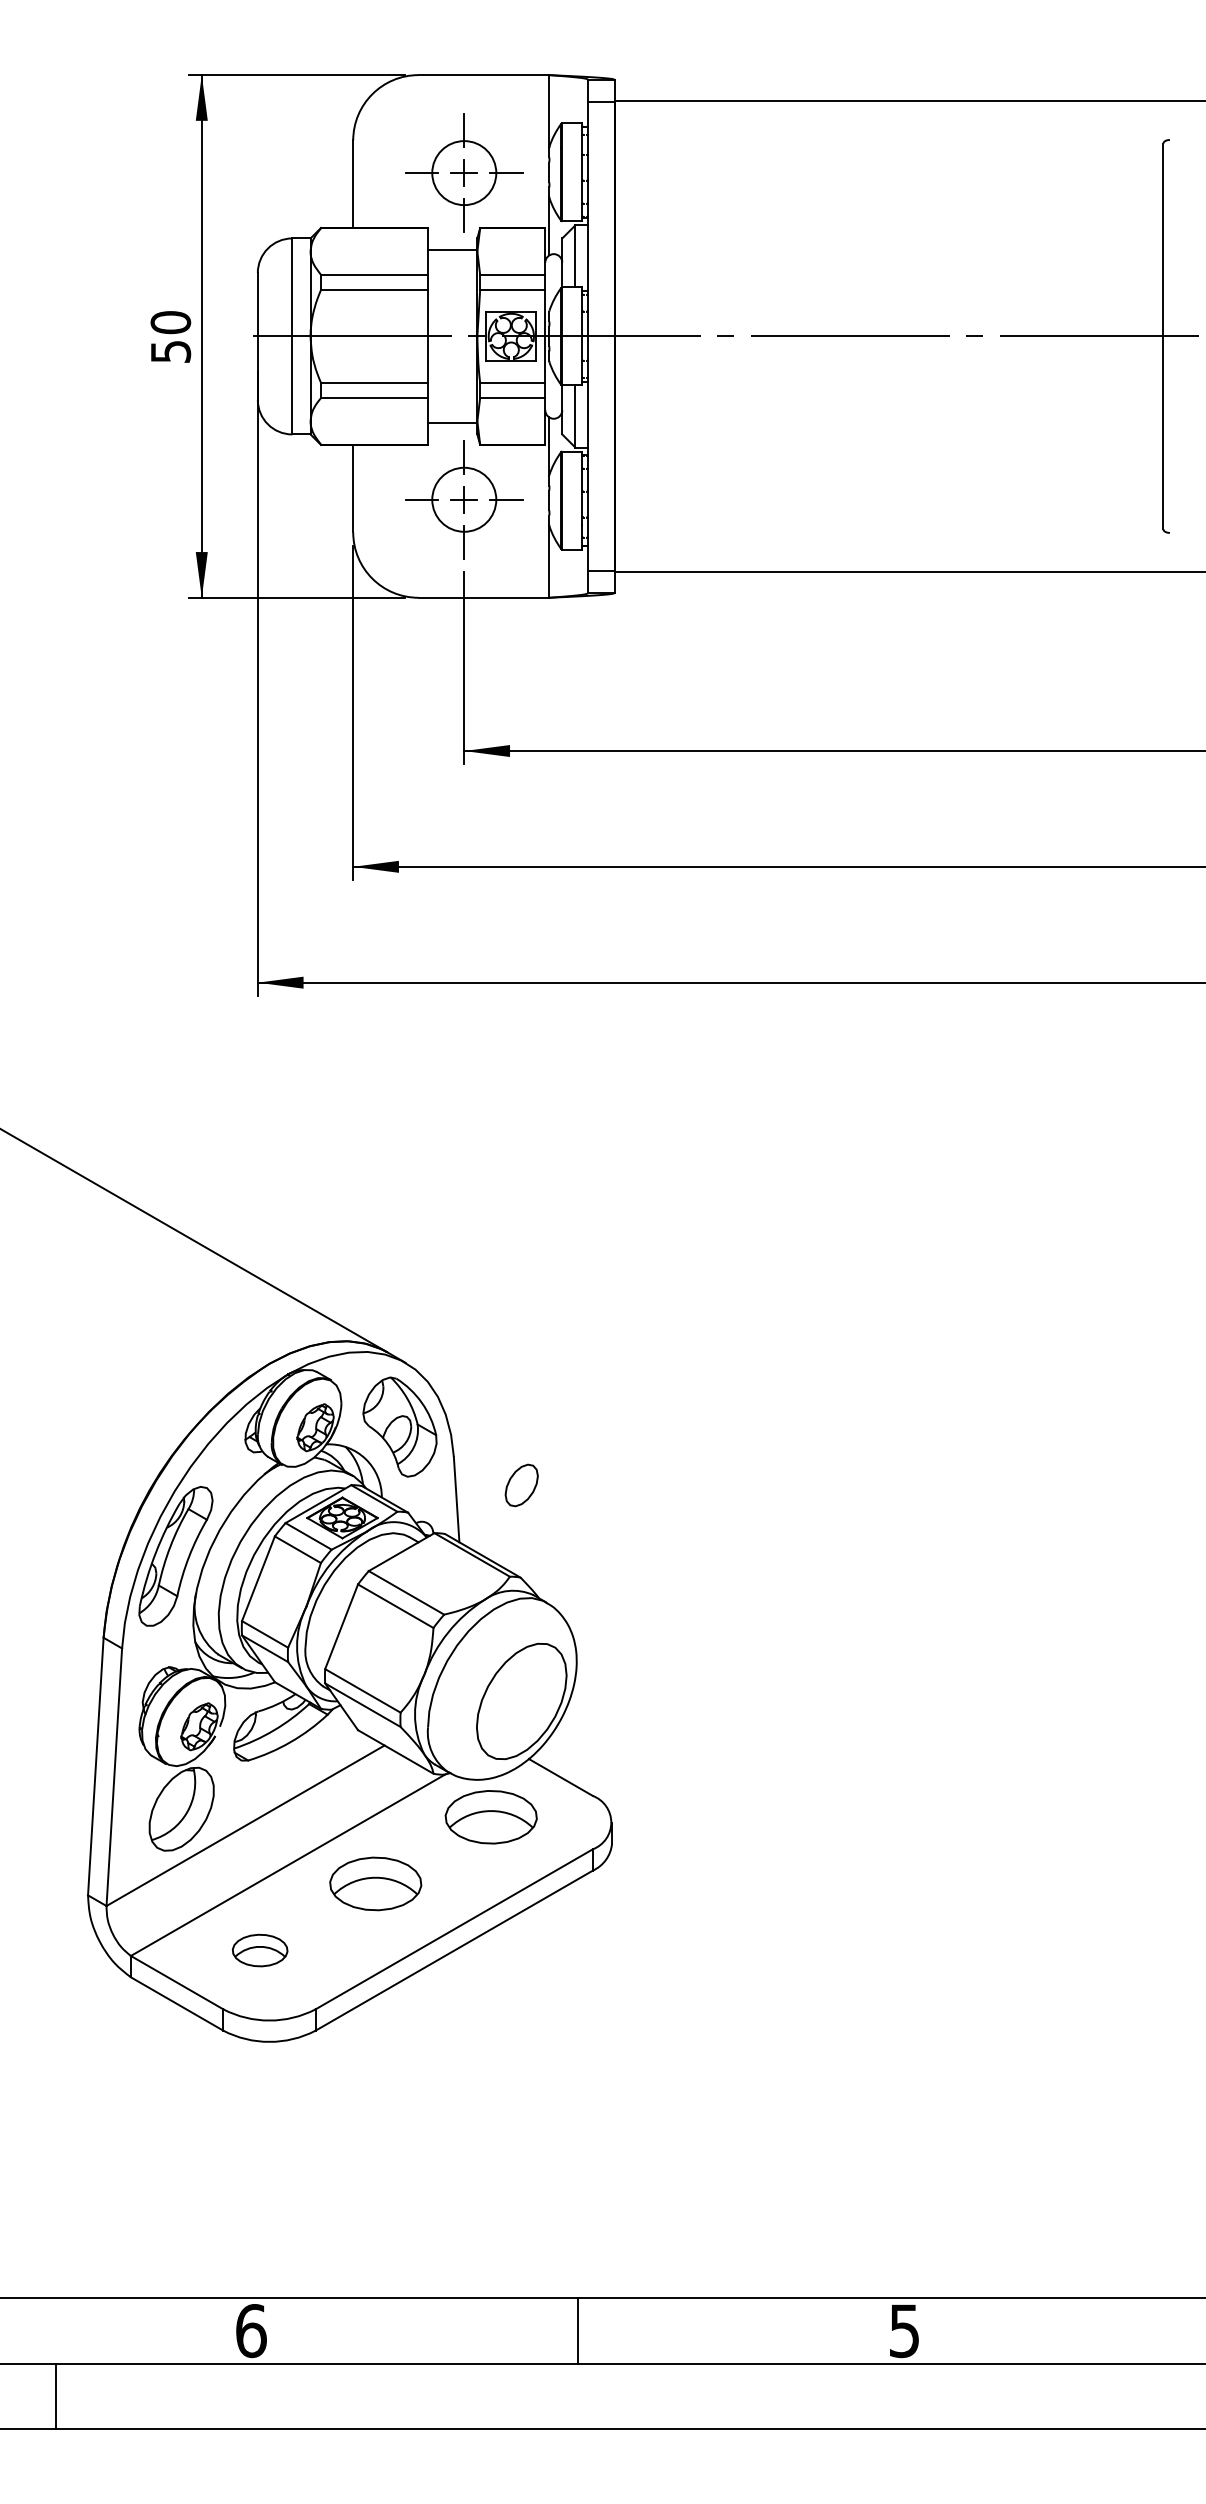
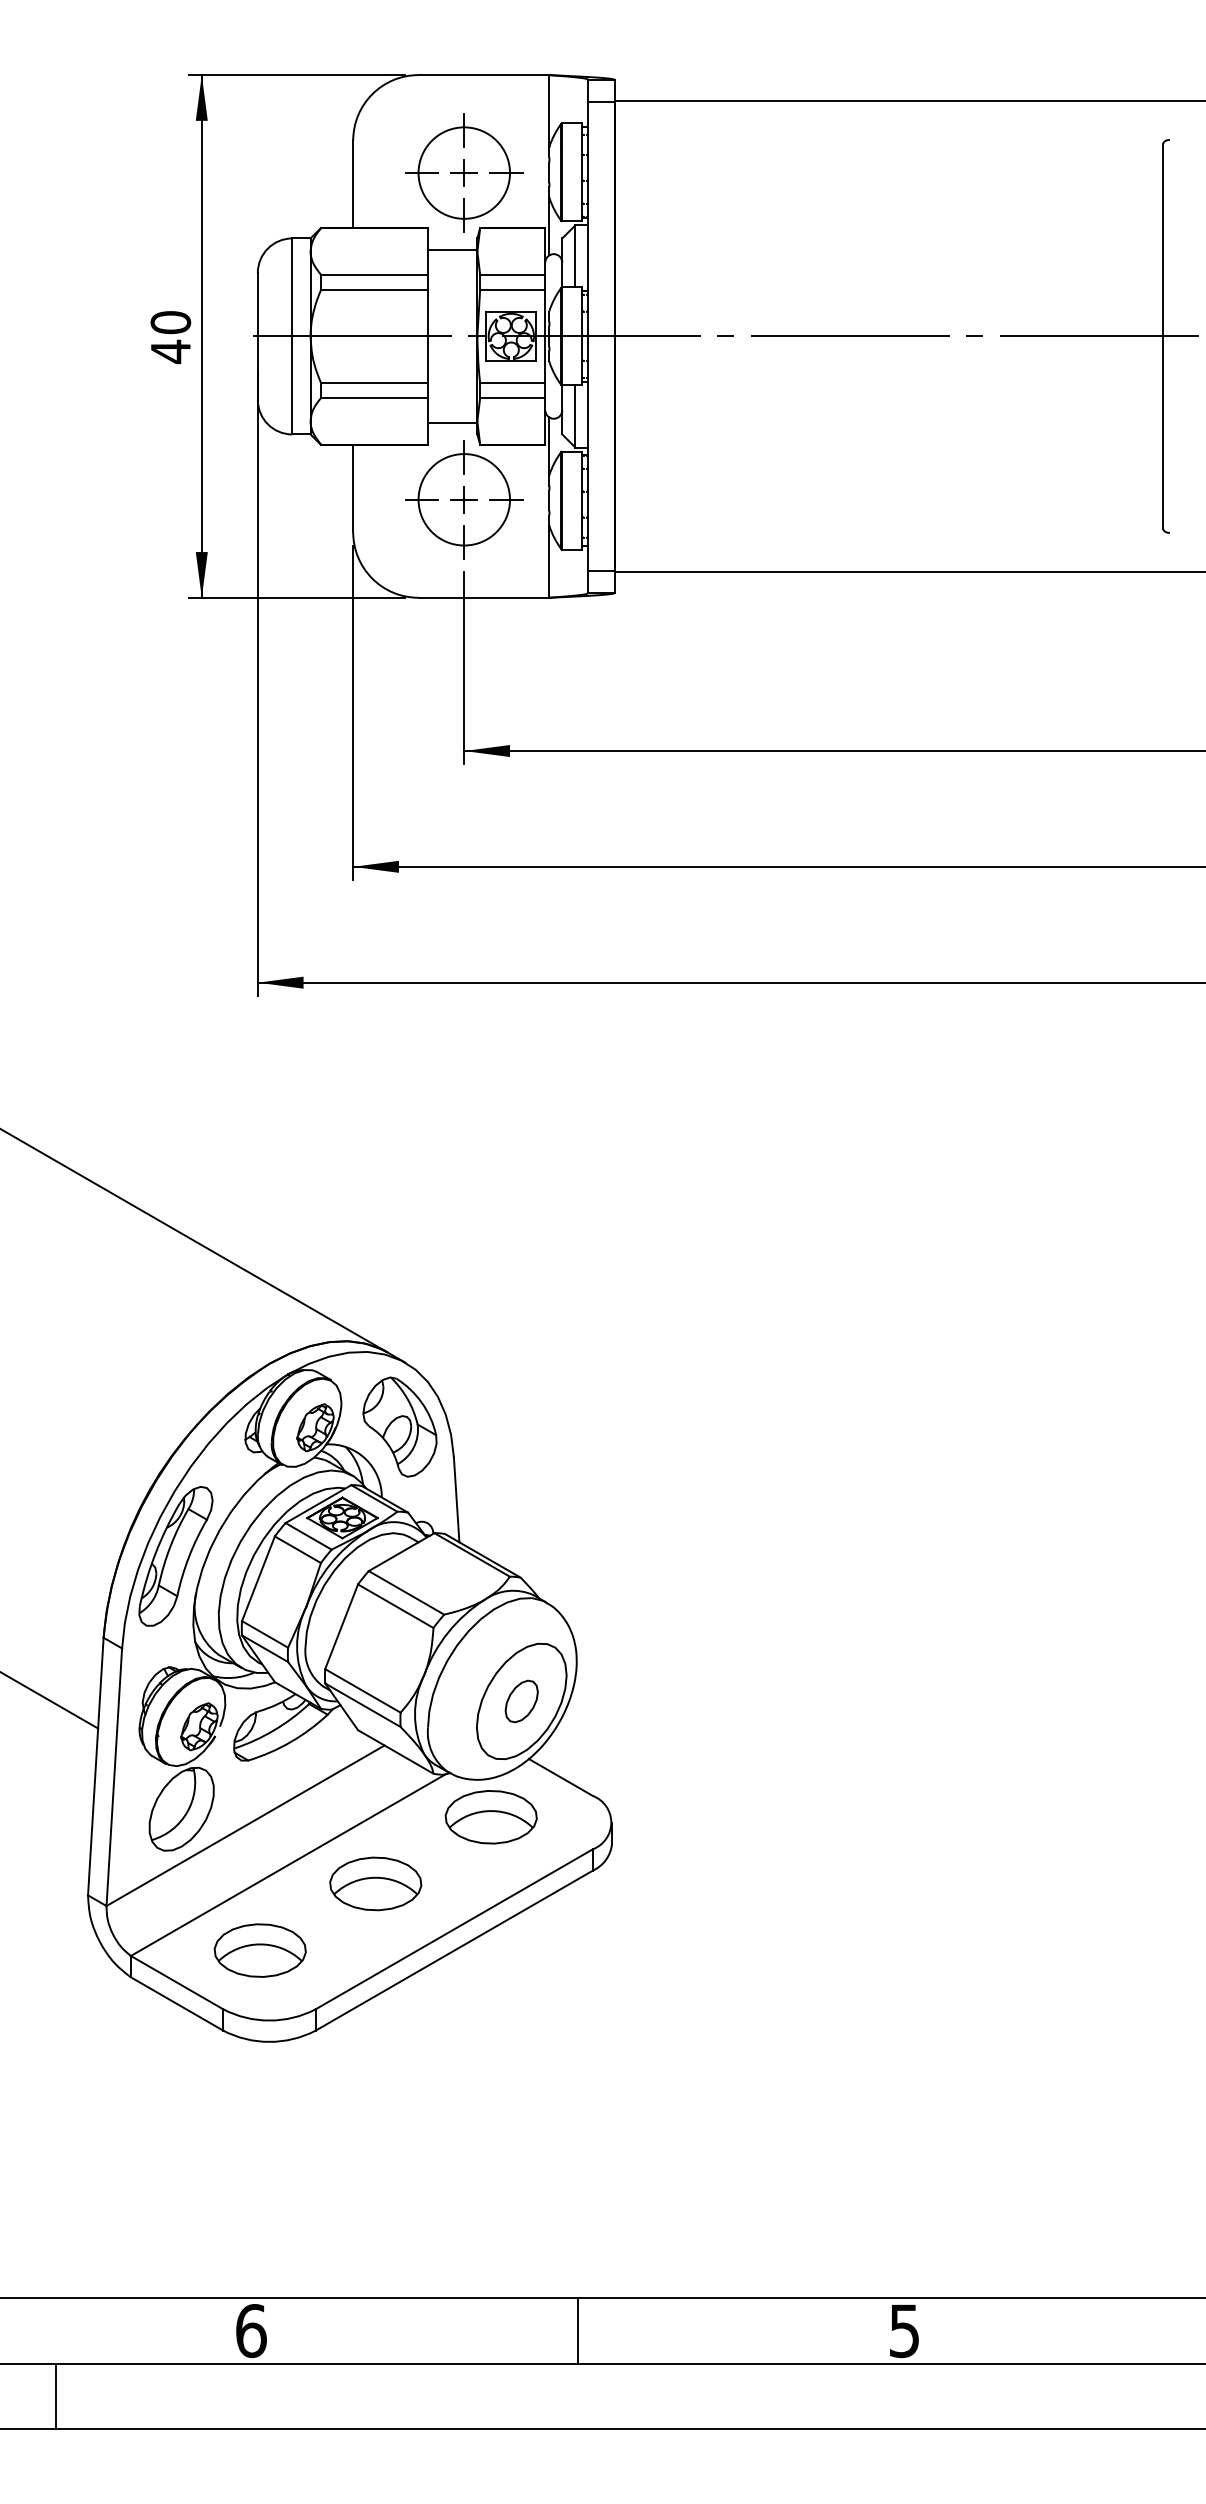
circle at (464, 173) diameter: 64 px -> 91 px
text at (171, 351): 50 -> 40
circle at (464, 499) diameter: 64 px -> 91 px
part at (521, 1485) position: (521, 1485) -> (521, 1701)
line at (50, 1700): none -> present
part at (259, 1950) size: 58x35 px -> 94x55 px
